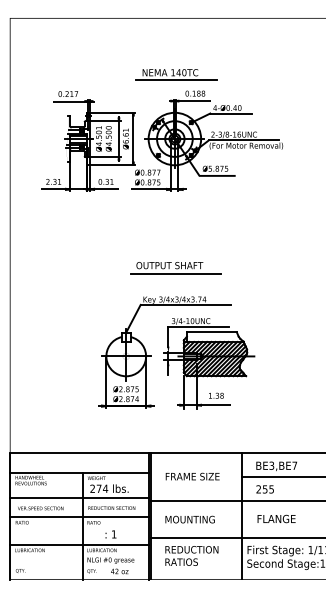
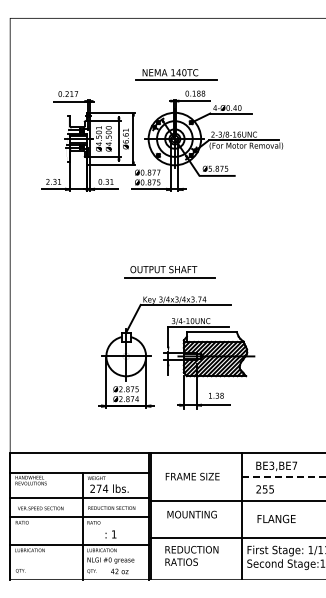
part at (175, 268) position: (175, 268) -> (169, 272)
line at (284, 477): solid -> dashed
text at (189, 519) position: (189, 519) -> (191, 514)
